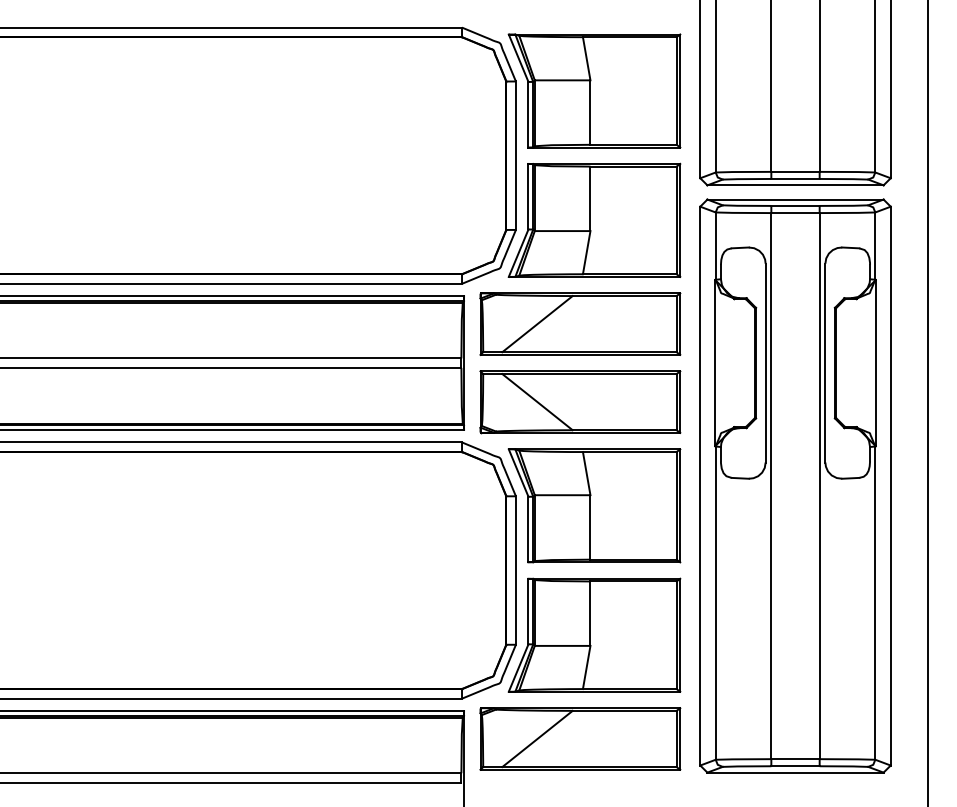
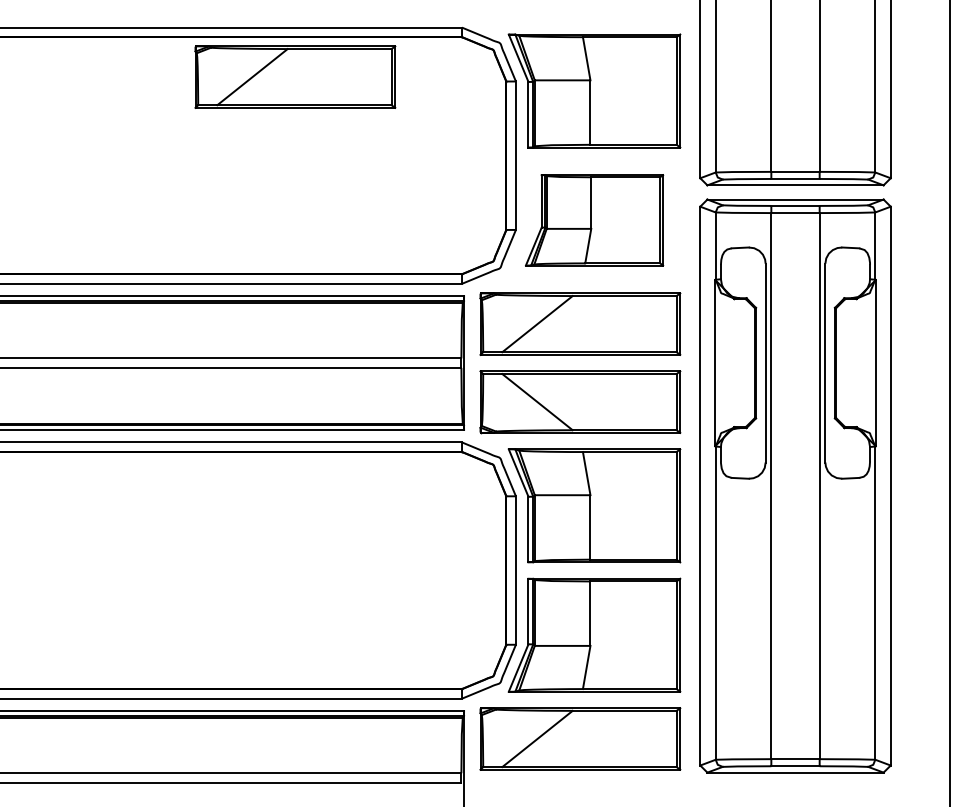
part at (295, 76): none -> present
part at (594, 219) size: 175x116 px -> 140x93 px
line at (928, 402) position: (928, 402) -> (950, 402)
